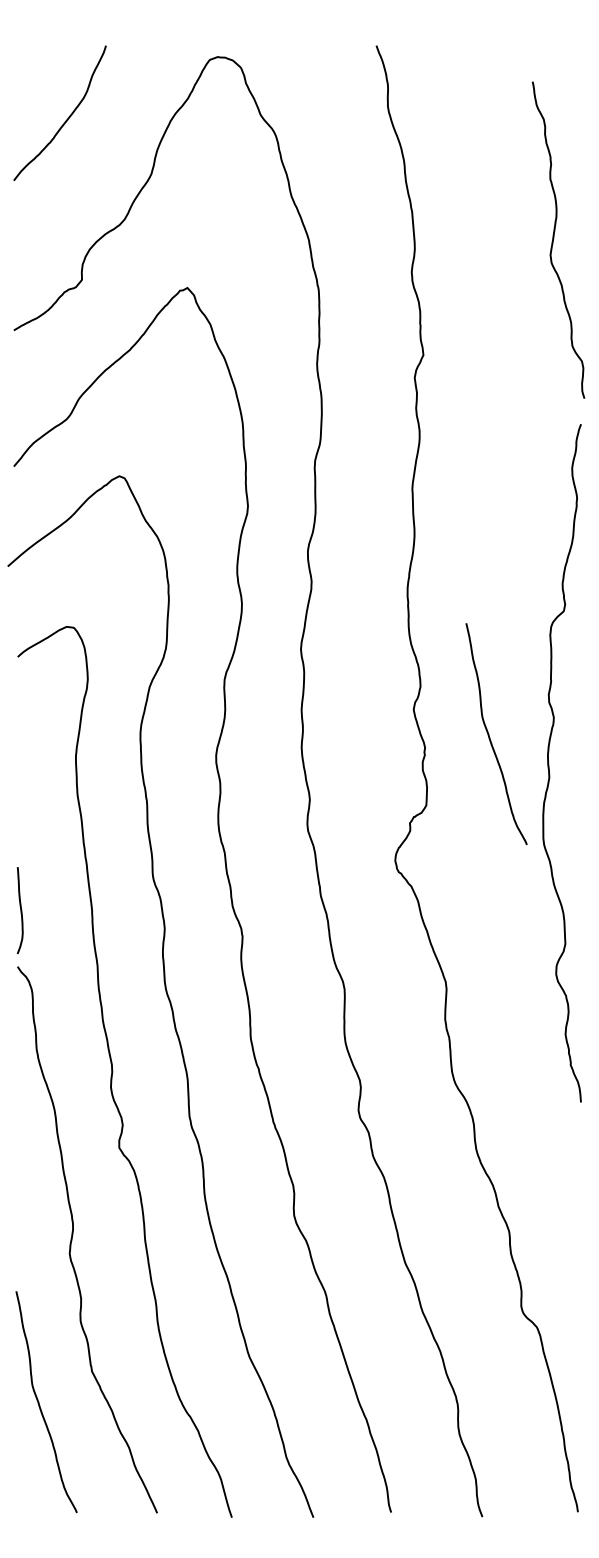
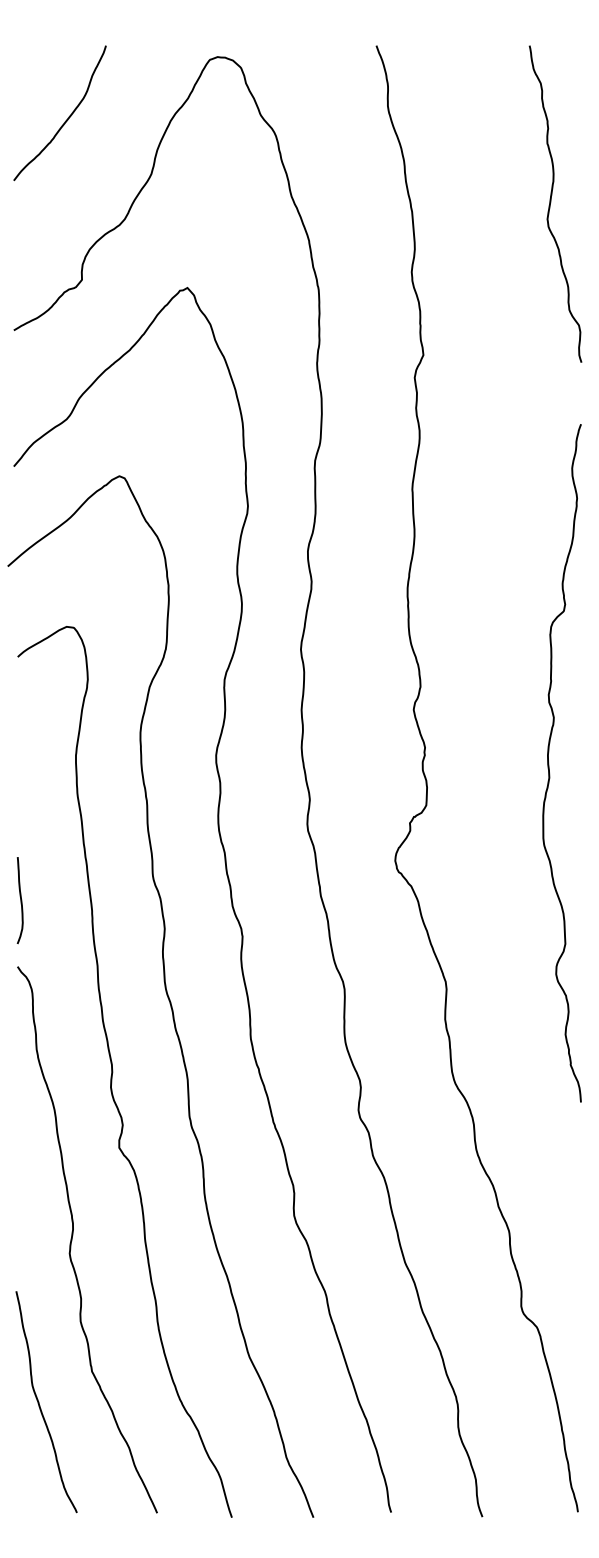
curve at (554, 238) position: (554, 238) -> (551, 202)
curve at (490, 737): present -> none
curve at (20, 910) position: (20, 910) -> (20, 900)
